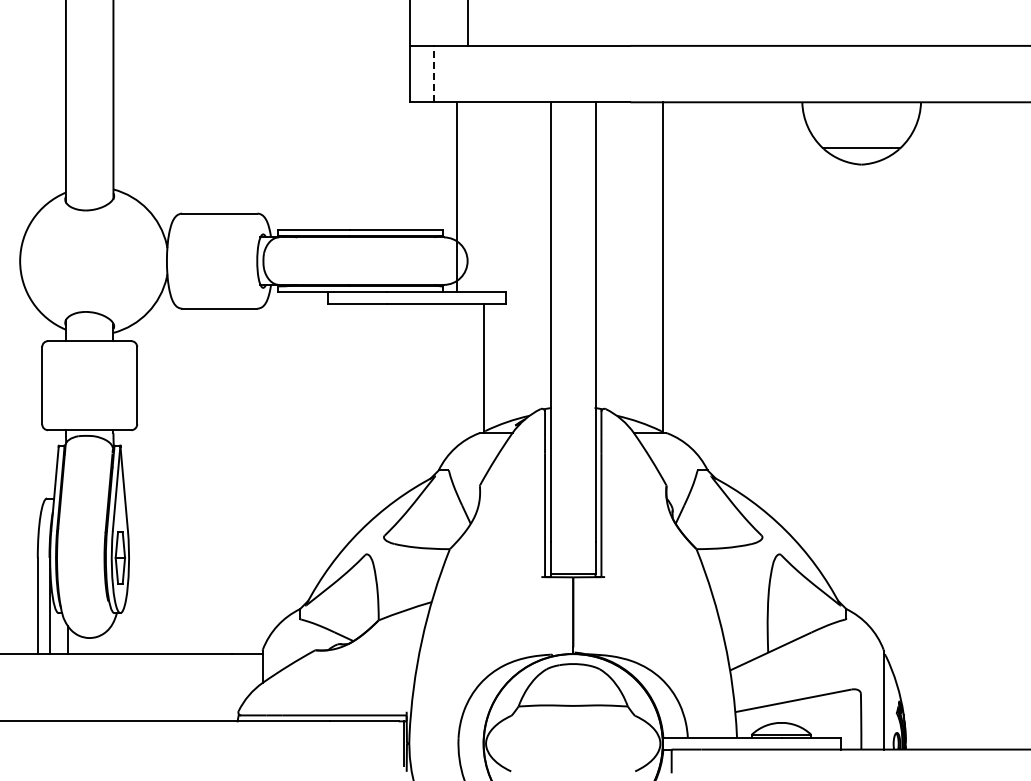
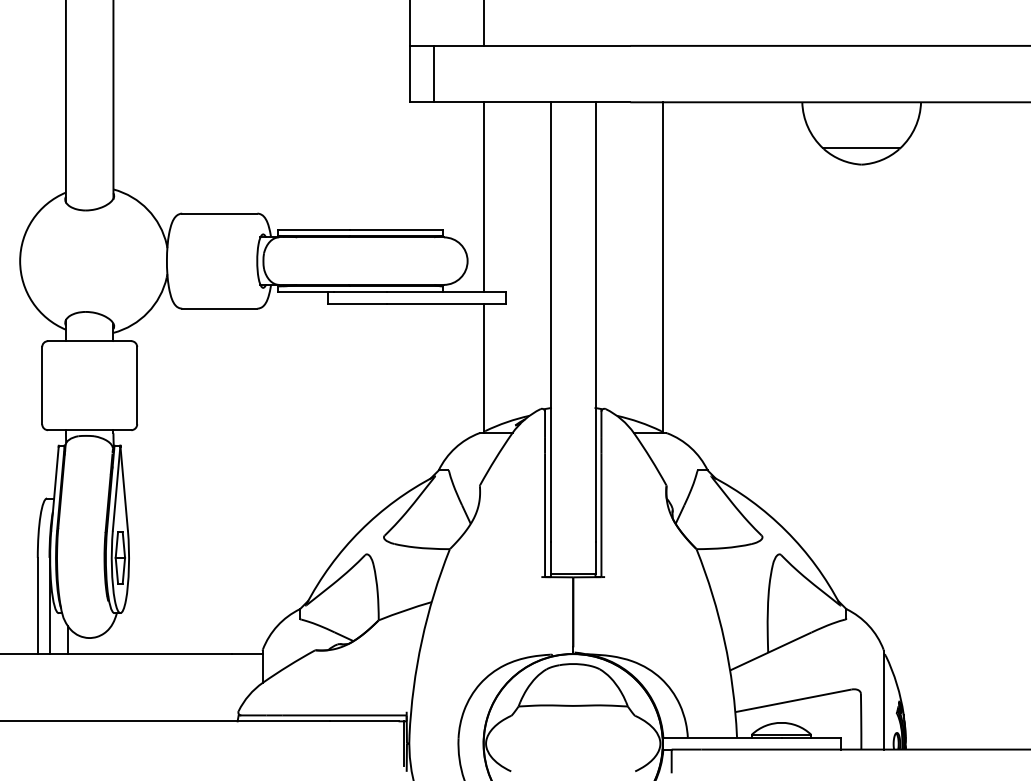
line at (467, 23) position: (467, 23) -> (483, 23)
line at (434, 73): dashed -> solid
line at (456, 197) position: (456, 197) -> (483, 197)
